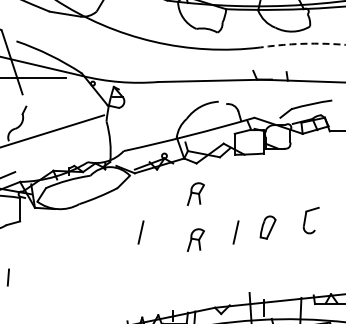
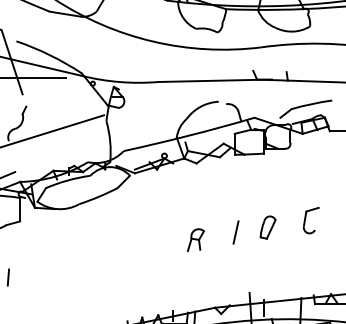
arc at (303, 43): dashed -> solid
part at (195, 193): present -> none
line at (140, 232): present -> none
